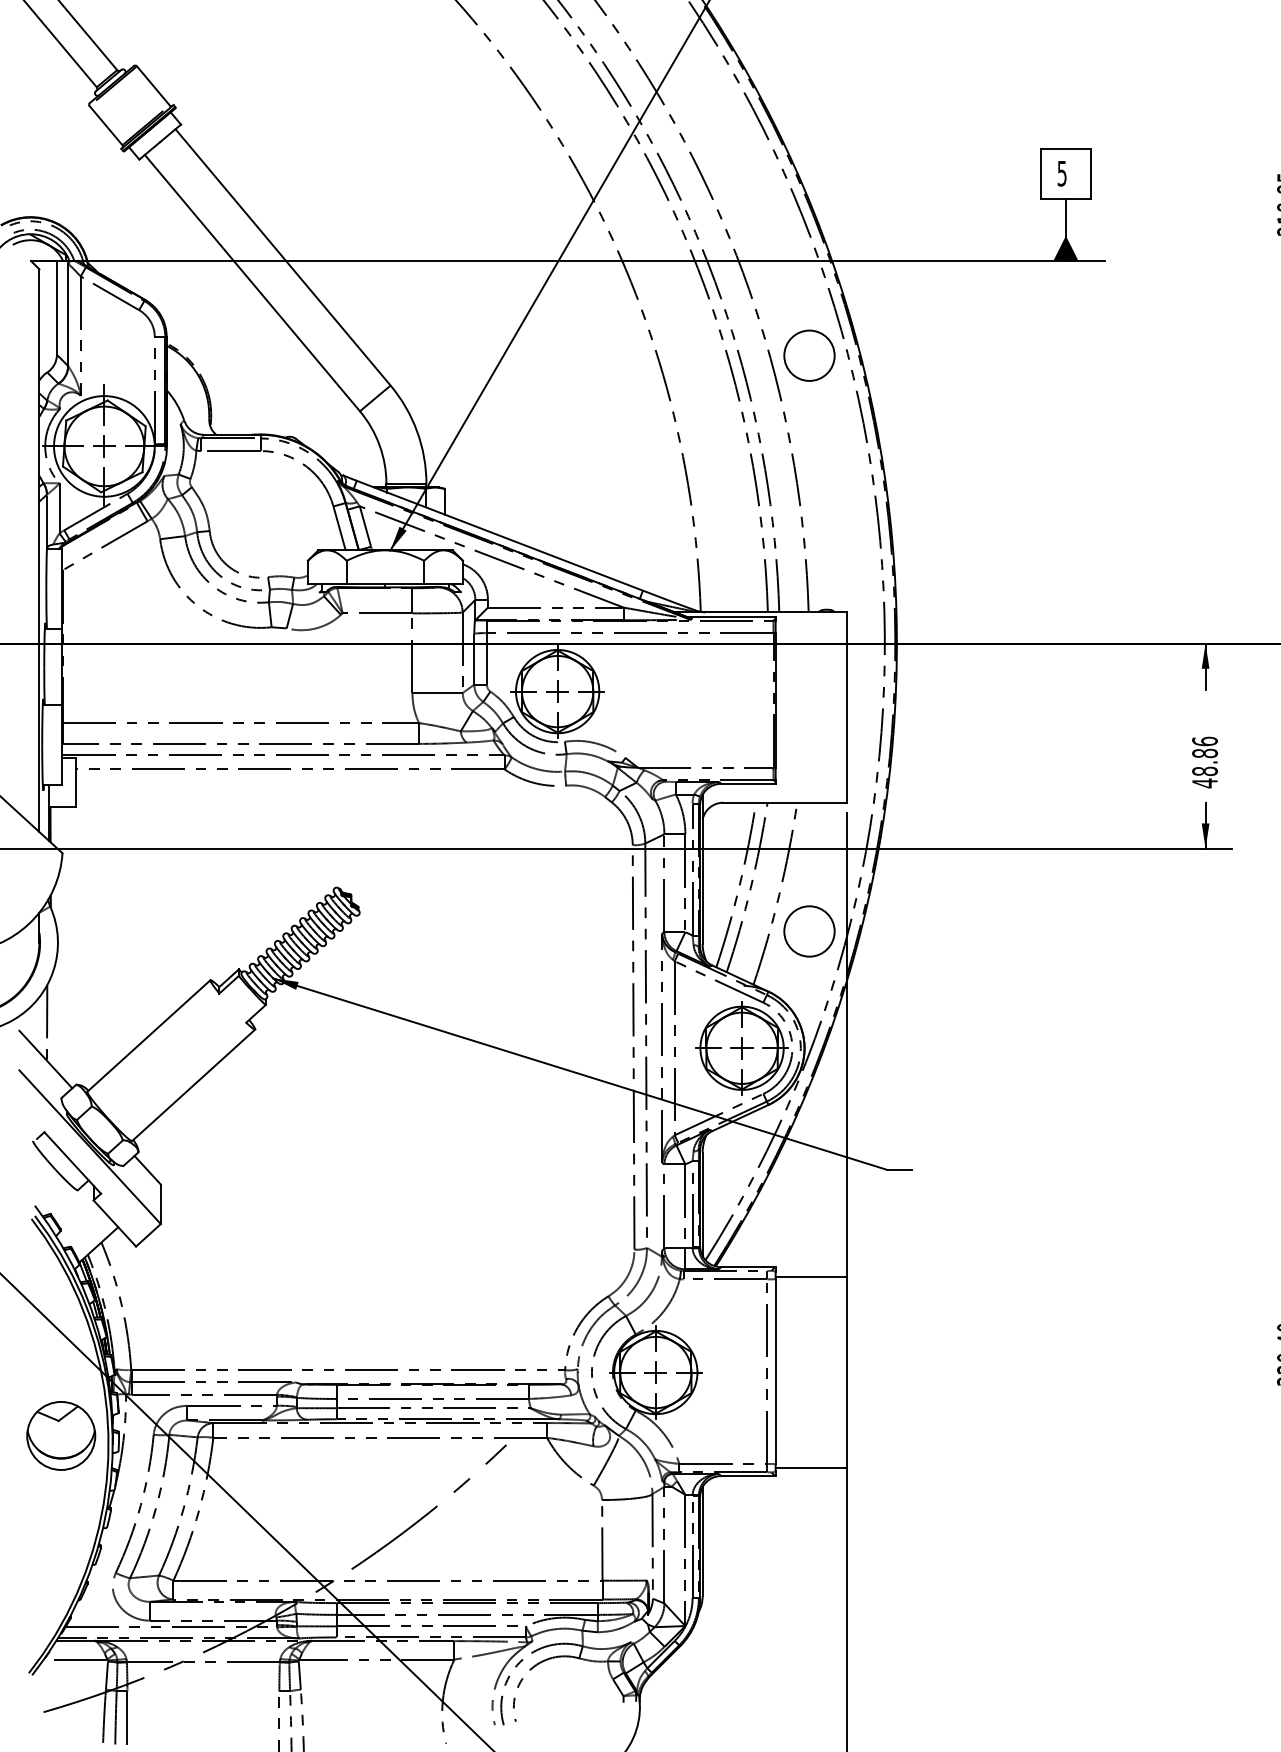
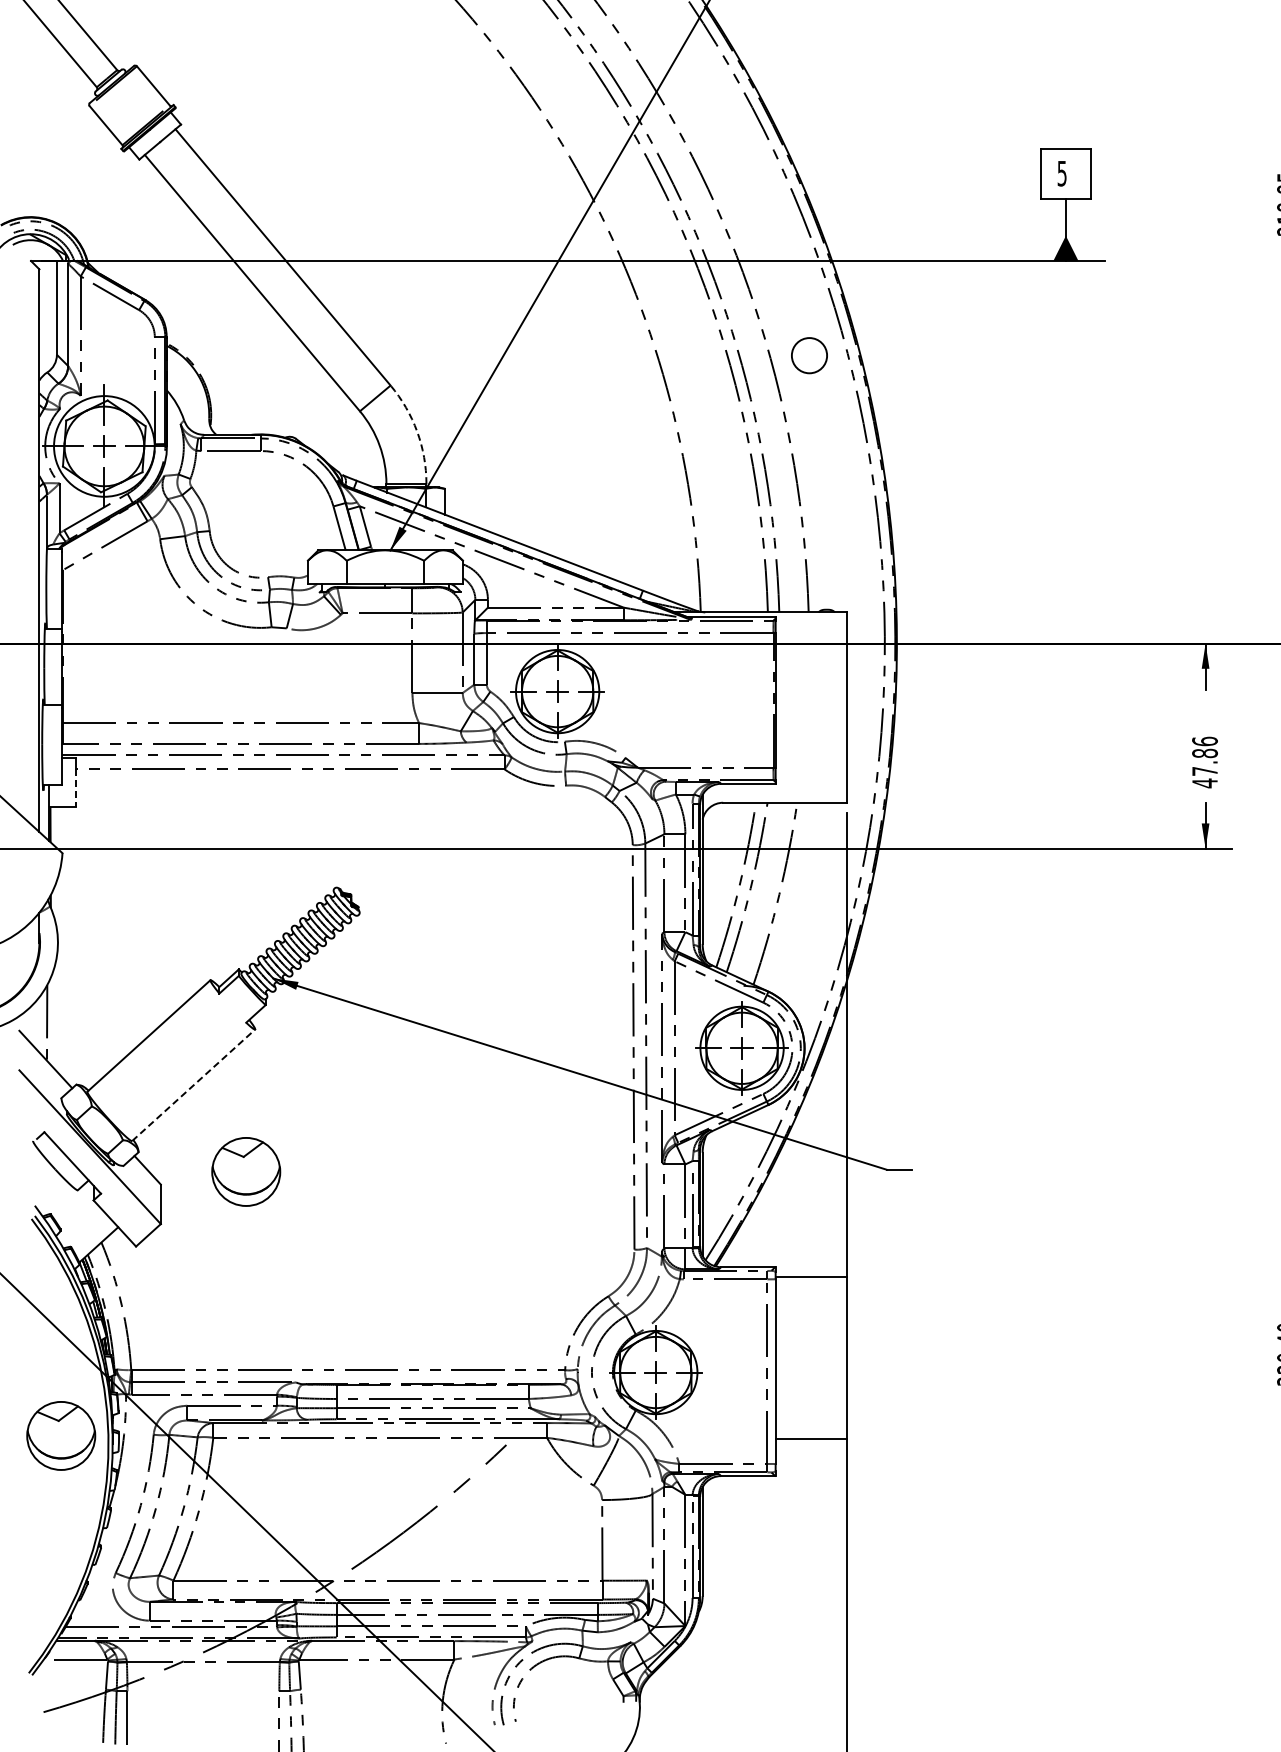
circle at (809, 355) size: 53x53 px -> 37x38 px
arc at (417, 431): solid -> dashed
text at (1204, 771): 48.86 -> 47.86
line at (76, 788): solid -> dashed
circle at (809, 931): present -> none
line at (194, 1084): solid -> dashed
part at (246, 1171): none -> present
line at (810, 1467) position: (810, 1467) -> (810, 1438)
